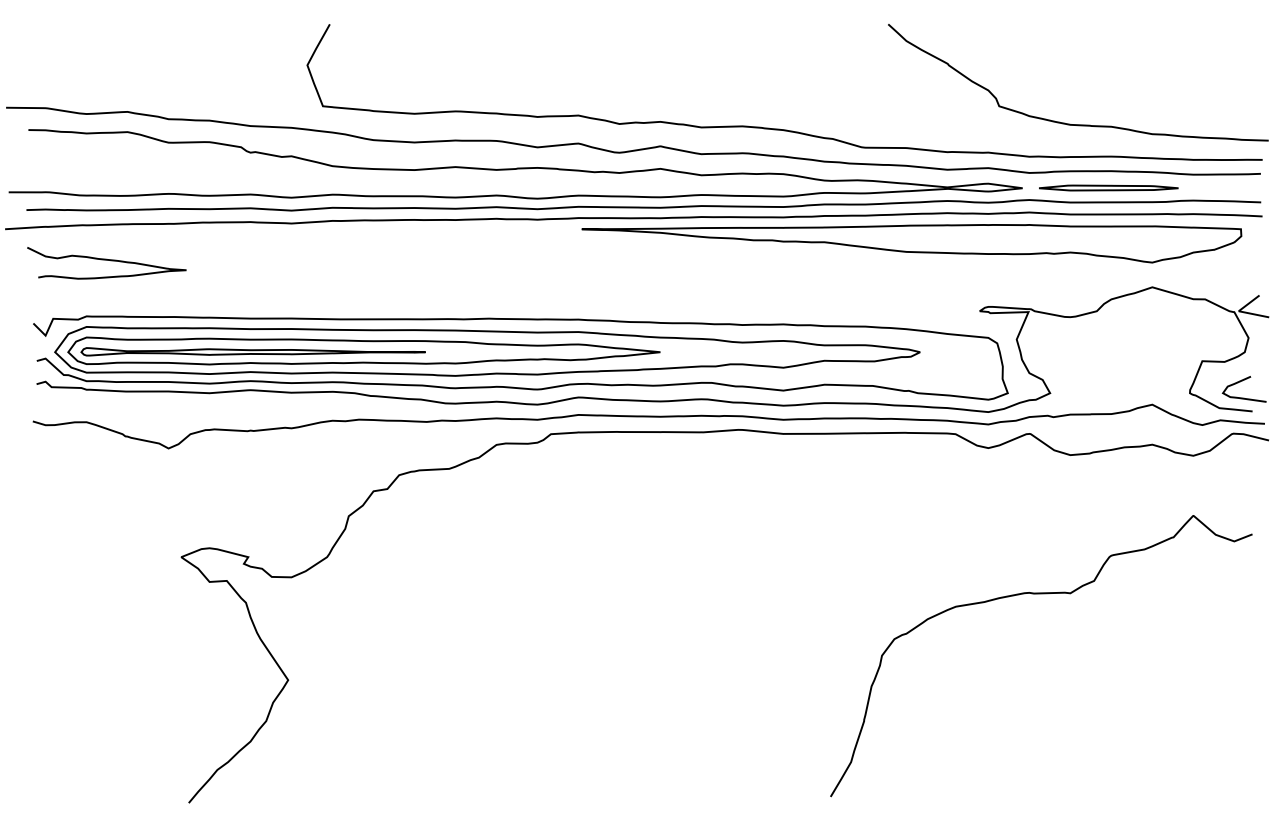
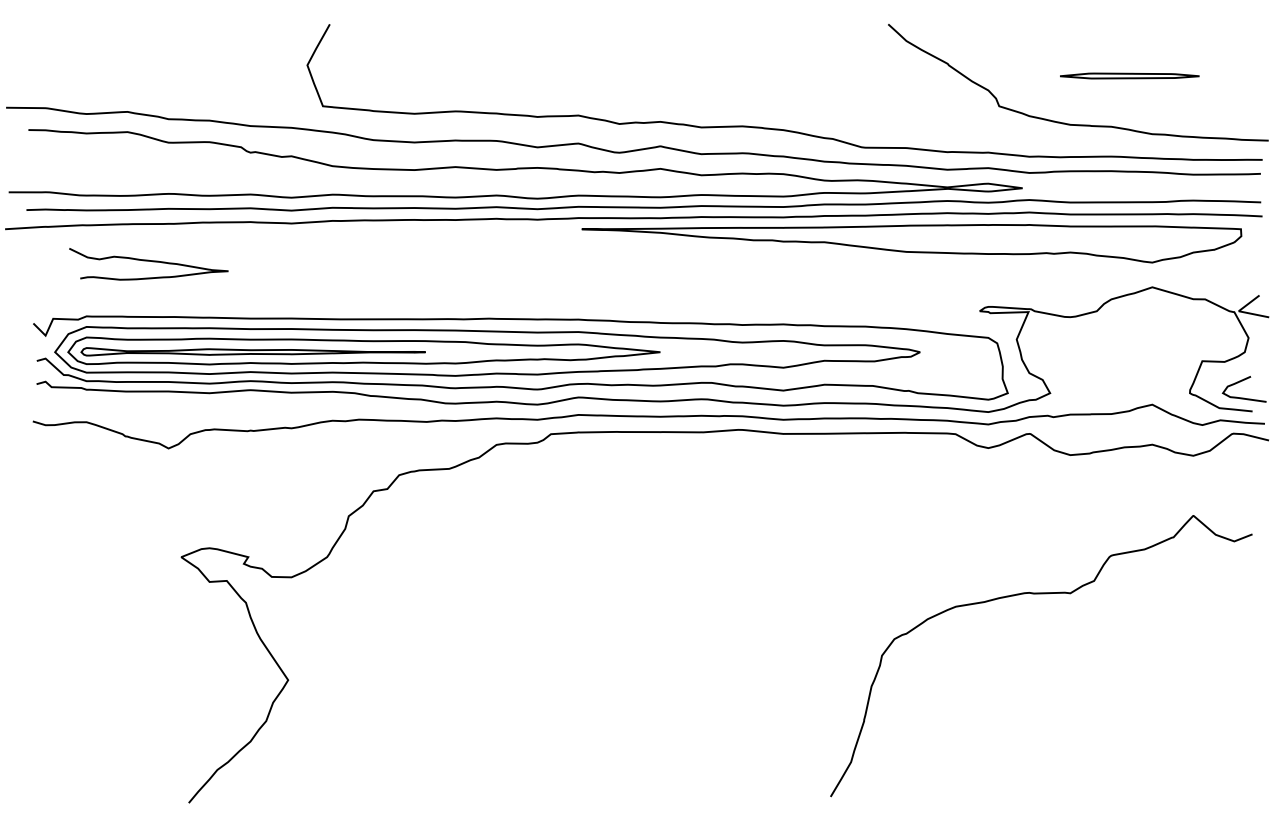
part at (1108, 187) position: (1108, 187) -> (1129, 75)
curve at (106, 260) position: (106, 260) -> (148, 261)
